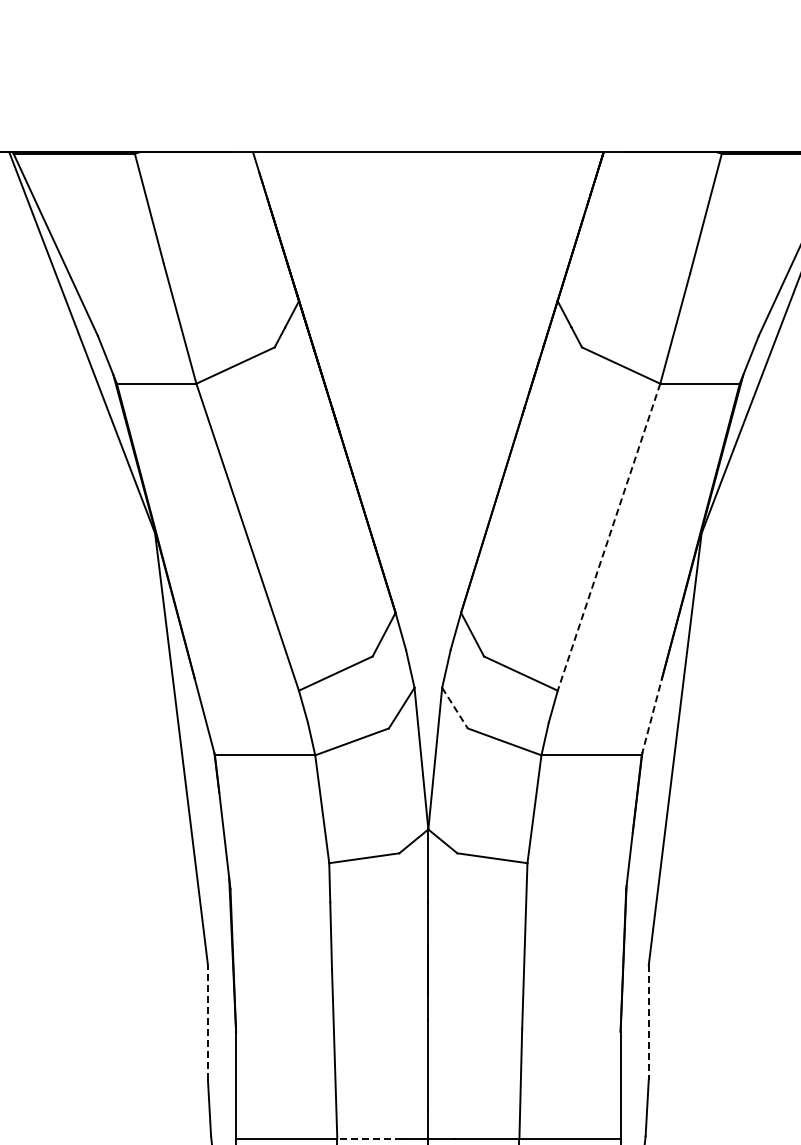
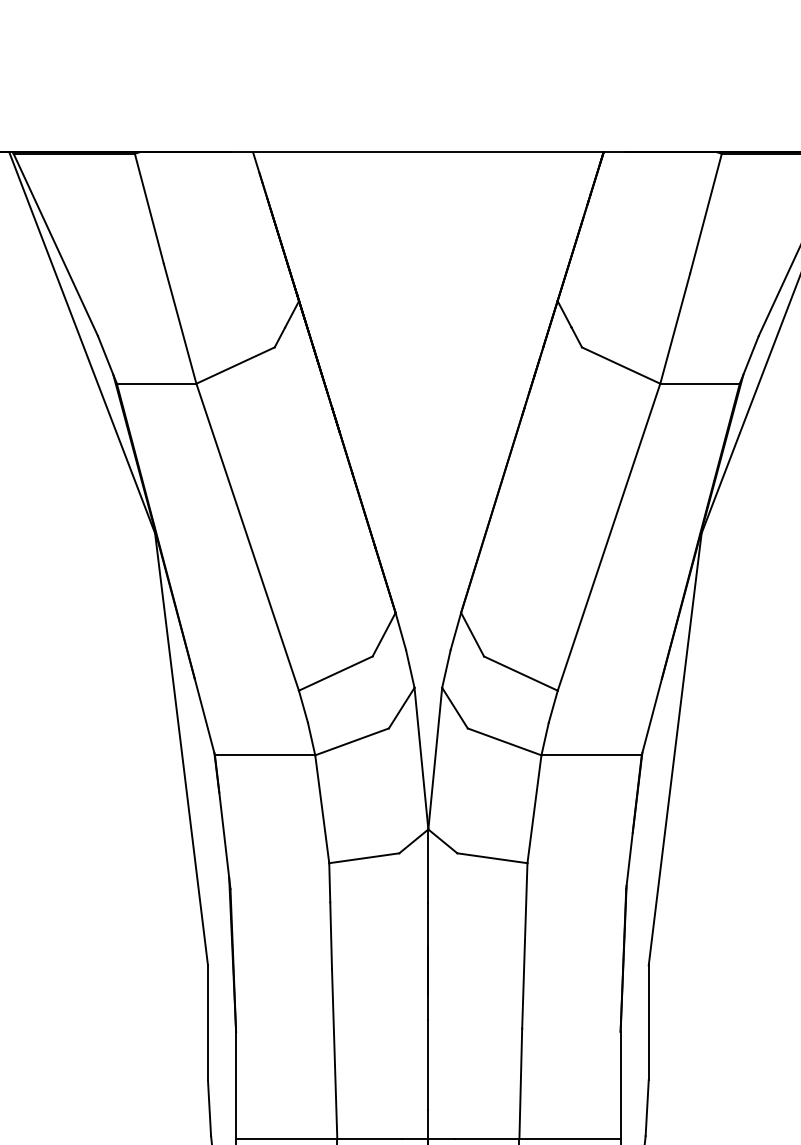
line at (609, 537): dashed -> solid
line at (455, 708): dashed -> solid
line at (651, 717): dashed -> solid
line at (207, 1022): dashed -> solid
line at (648, 1023): dashed -> solid
line at (368, 1138): dashed -> solid
